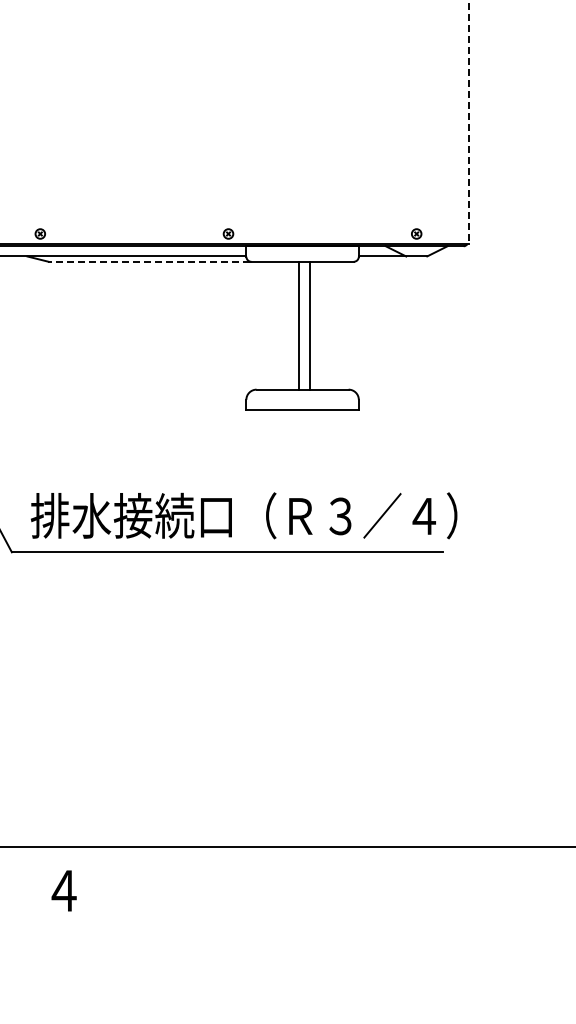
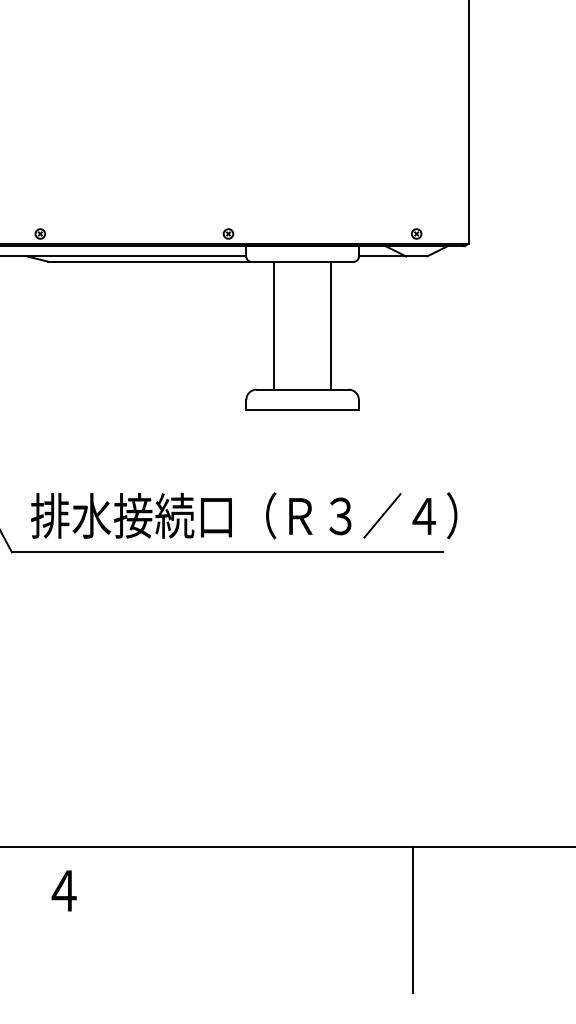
line at (469, 122): dashed -> solid
line at (148, 261): dashed -> solid
line at (298, 325) position: (298, 325) -> (273, 325)
line at (310, 325) position: (310, 325) -> (331, 325)
line at (412, 920): none -> present
